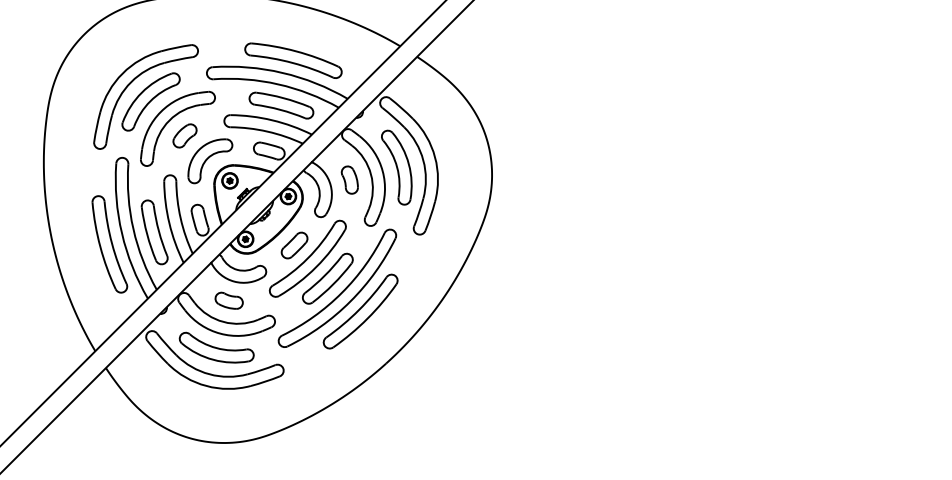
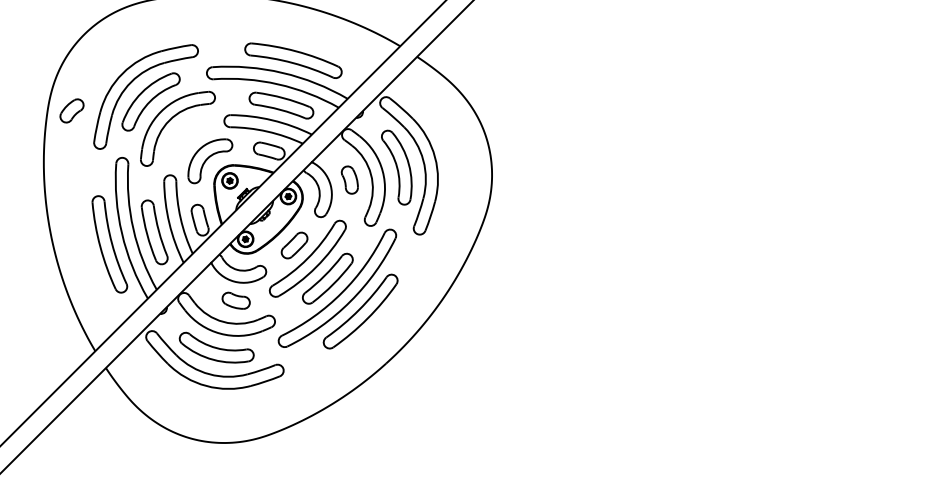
part at (184, 135) position: (184, 135) -> (71, 110)
part at (228, 300) position: (228, 300) -> (235, 300)
